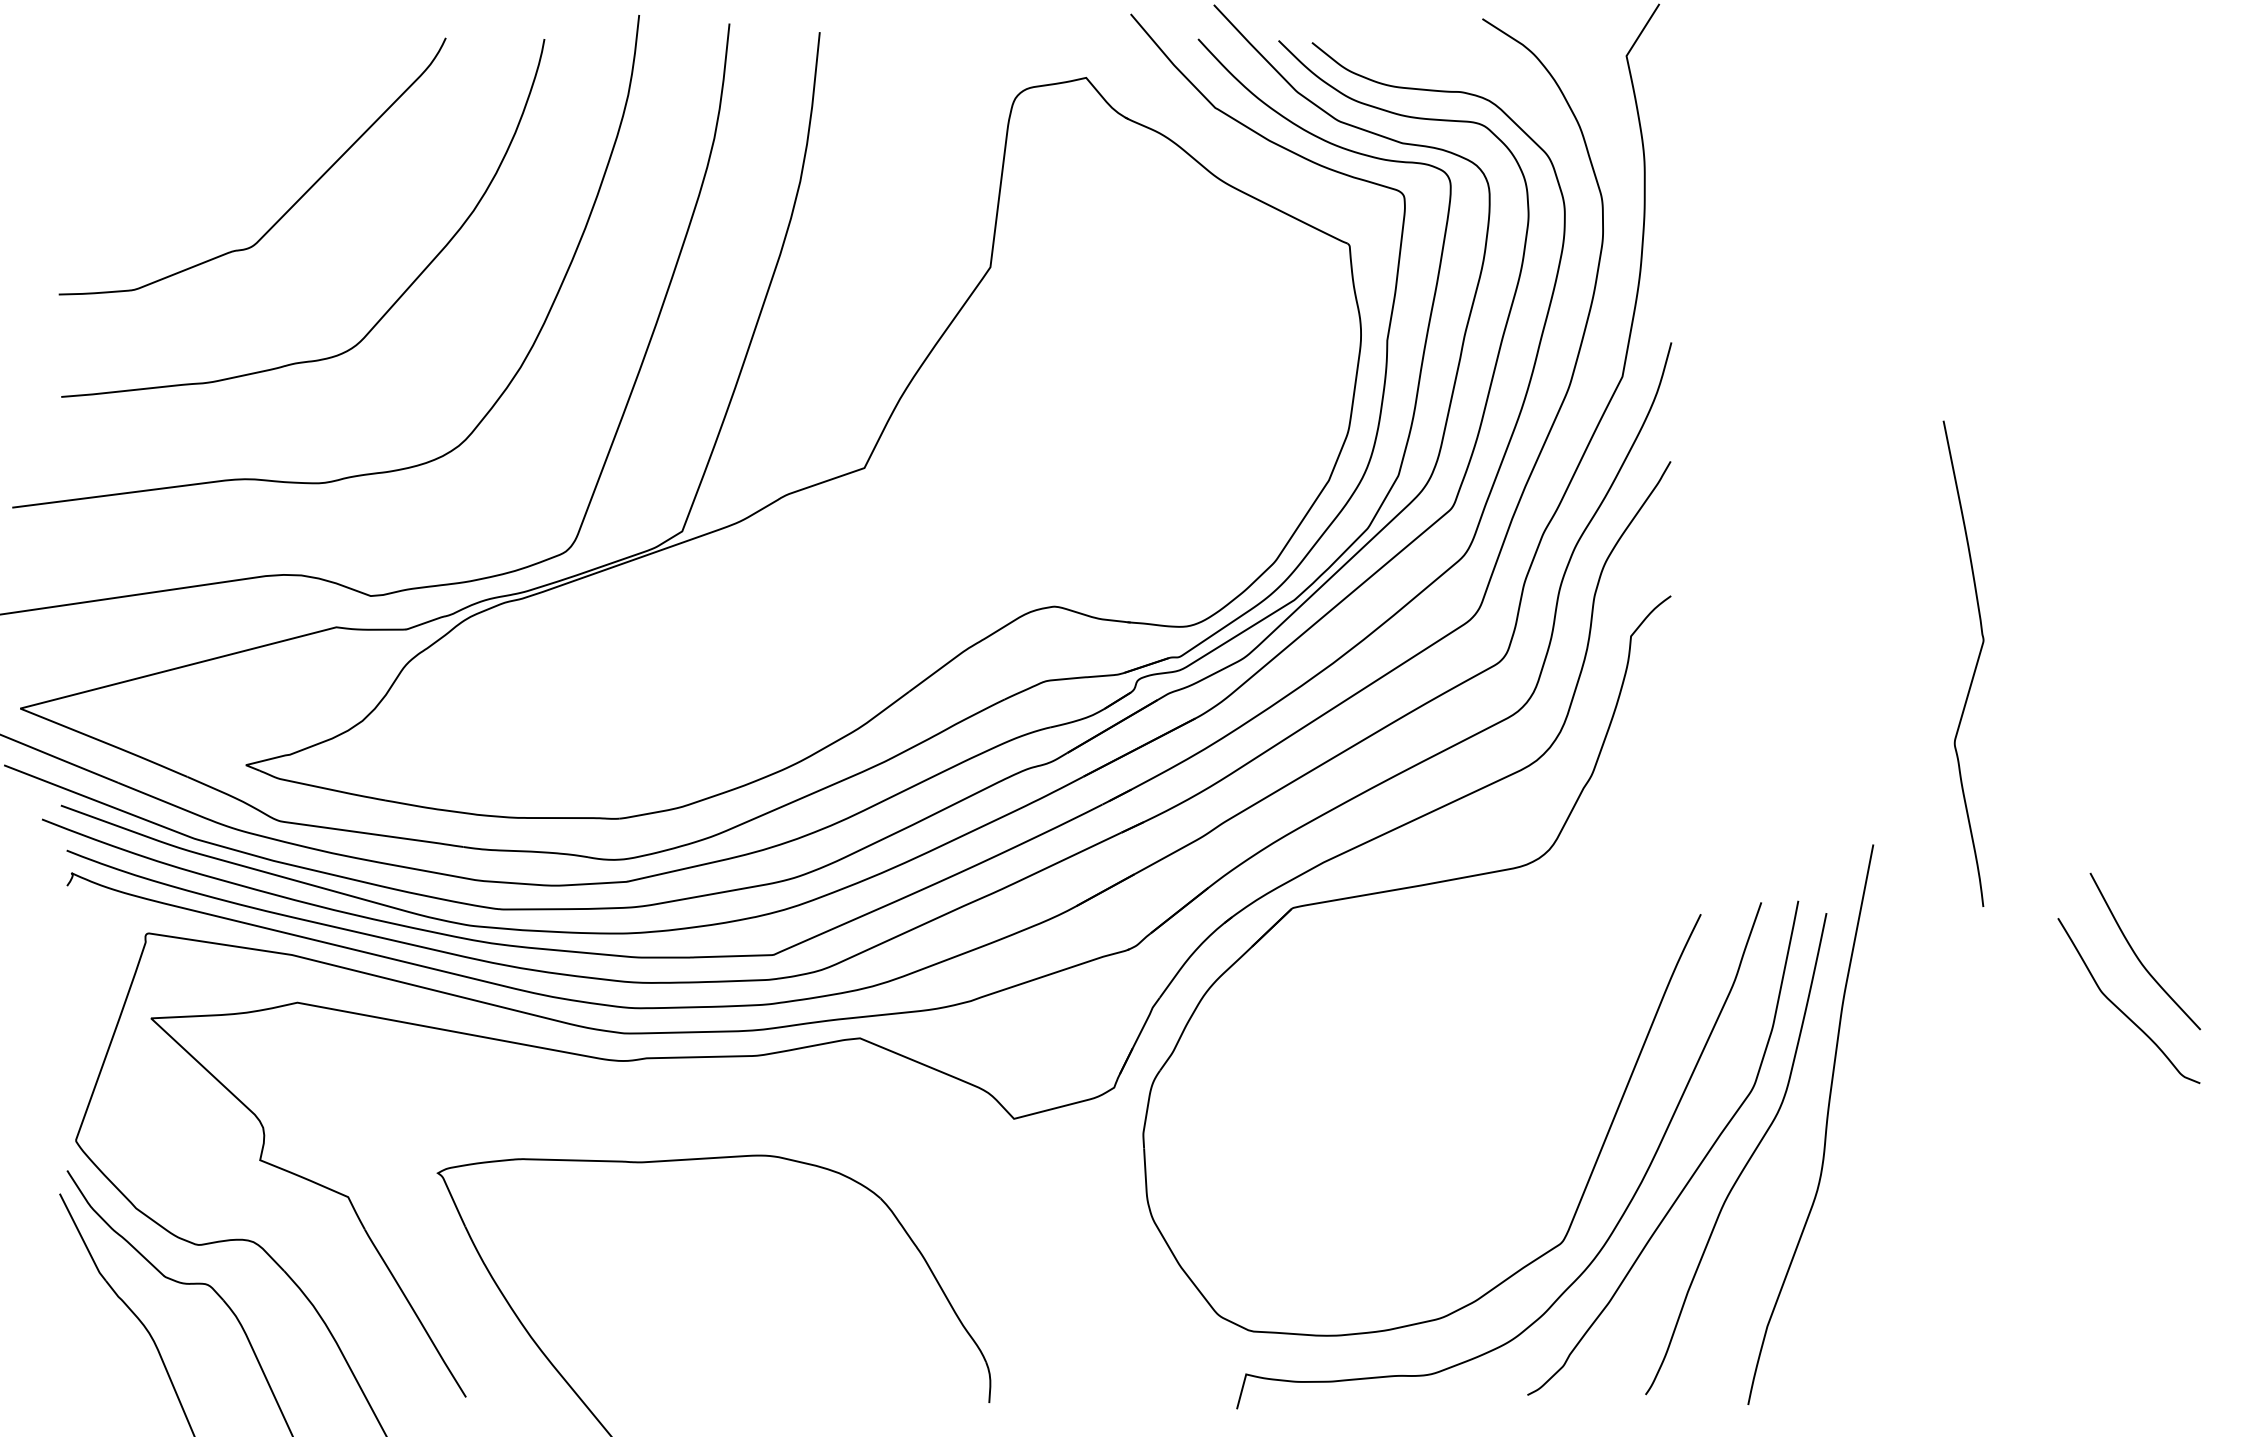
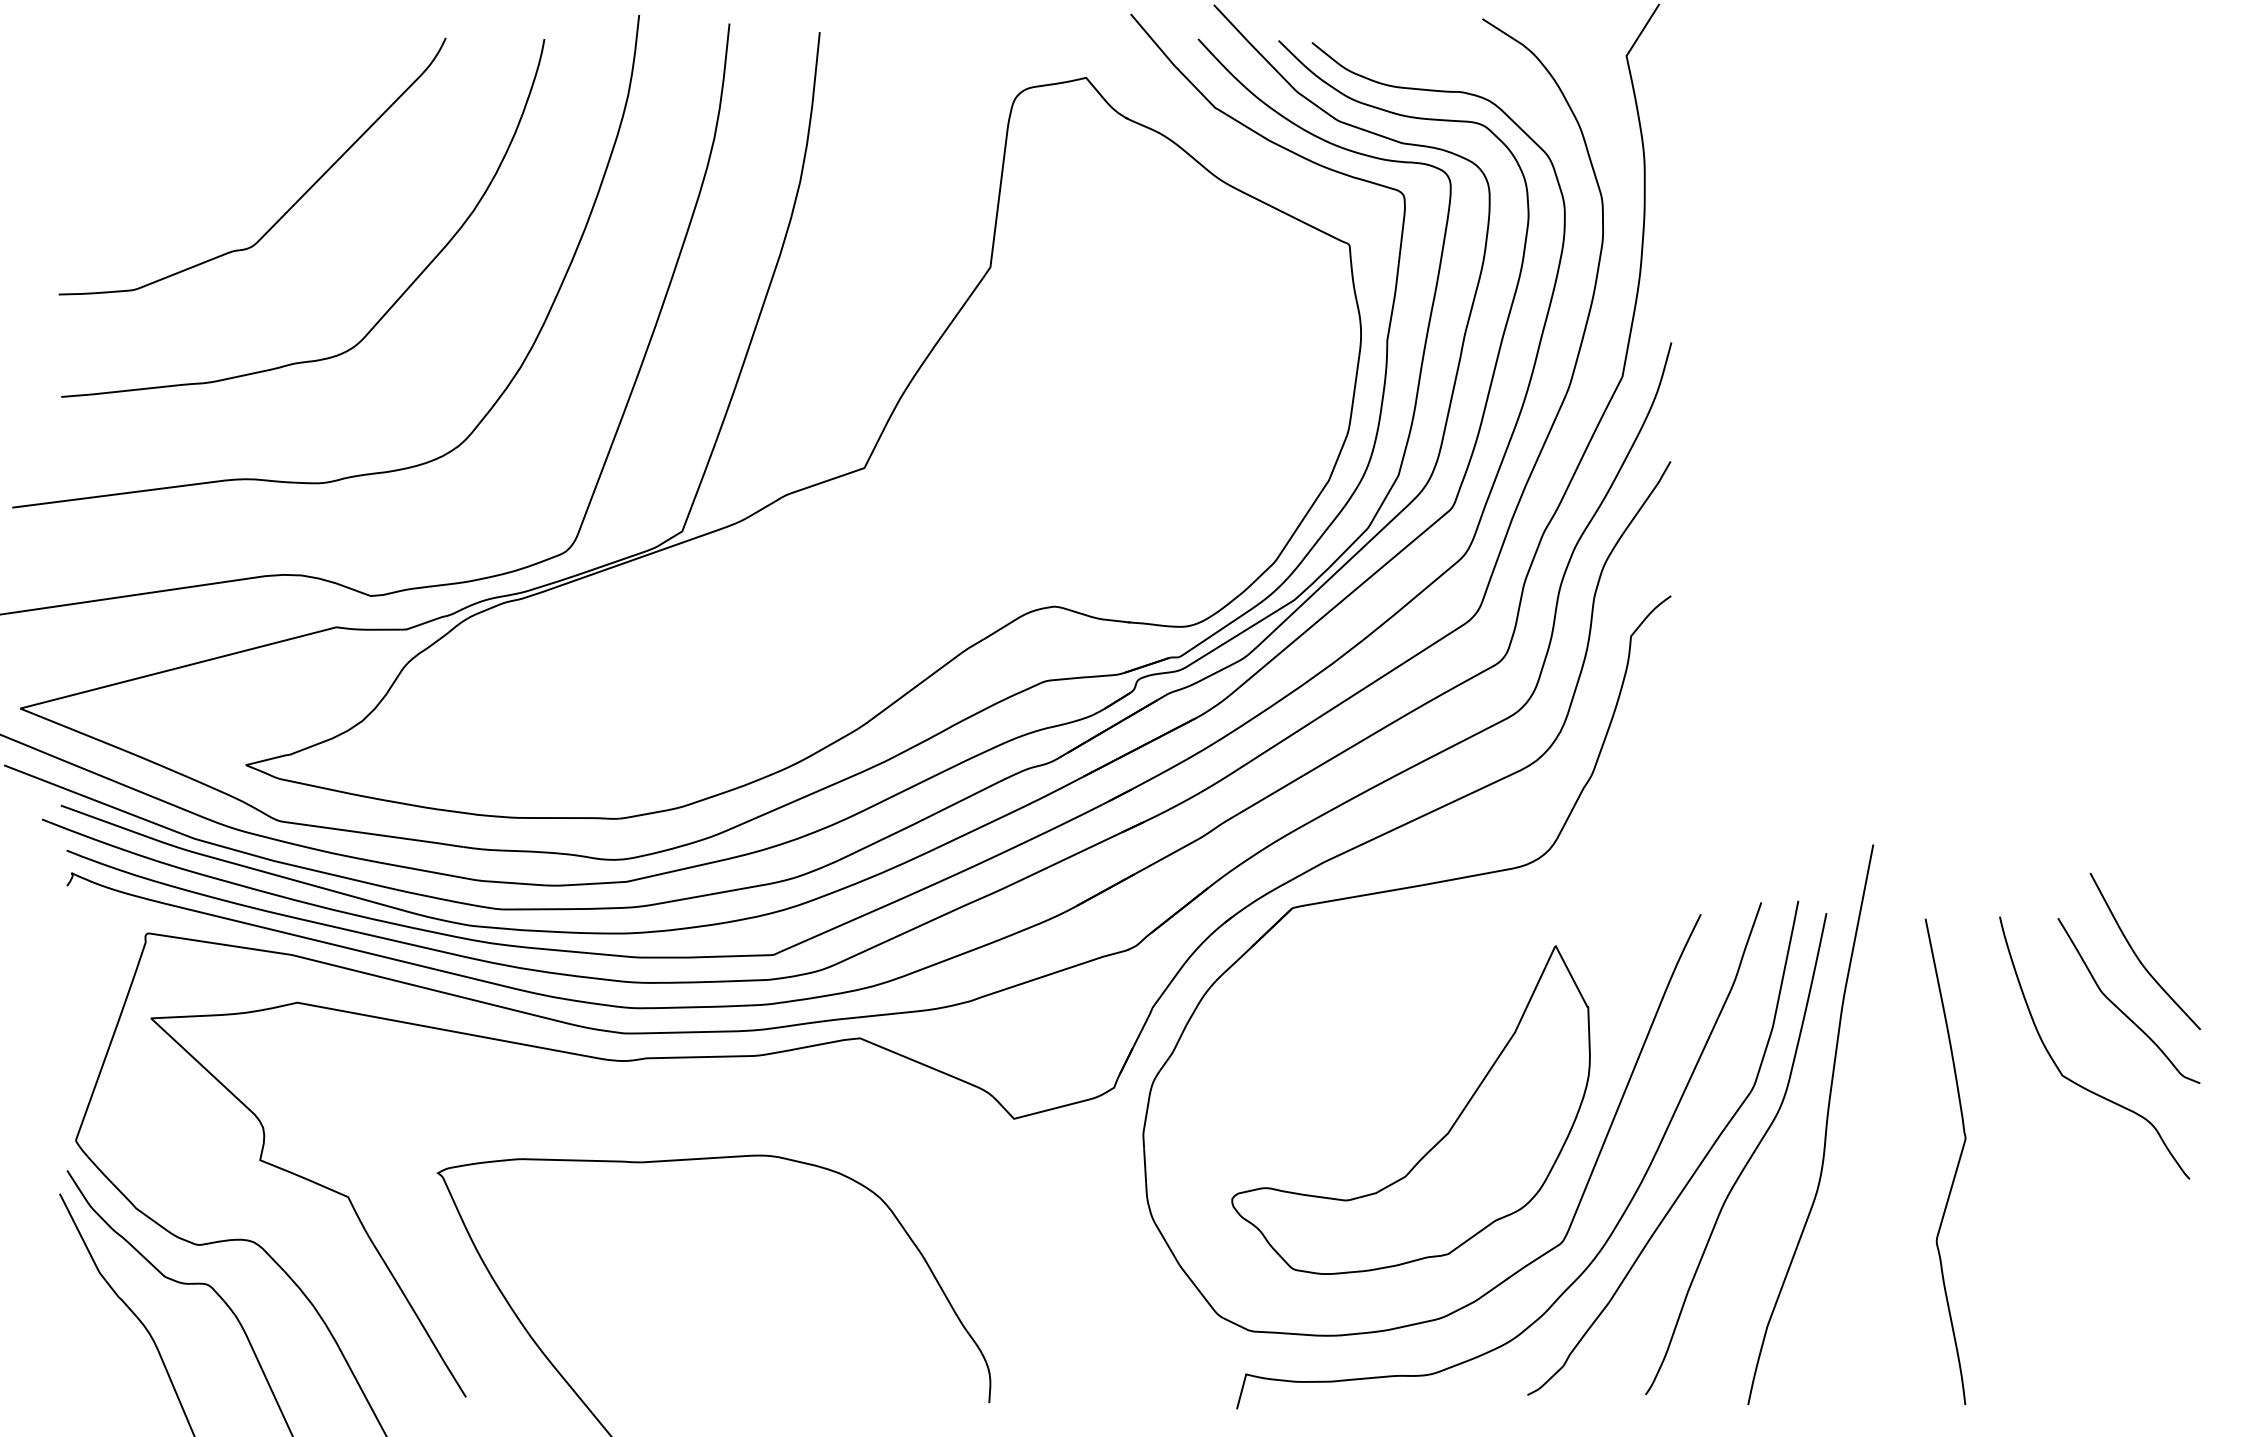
curve at (1974, 668) position: (1974, 668) -> (1956, 1166)
curve at (2076, 1082): none -> present
part at (1440, 1139): none -> present
